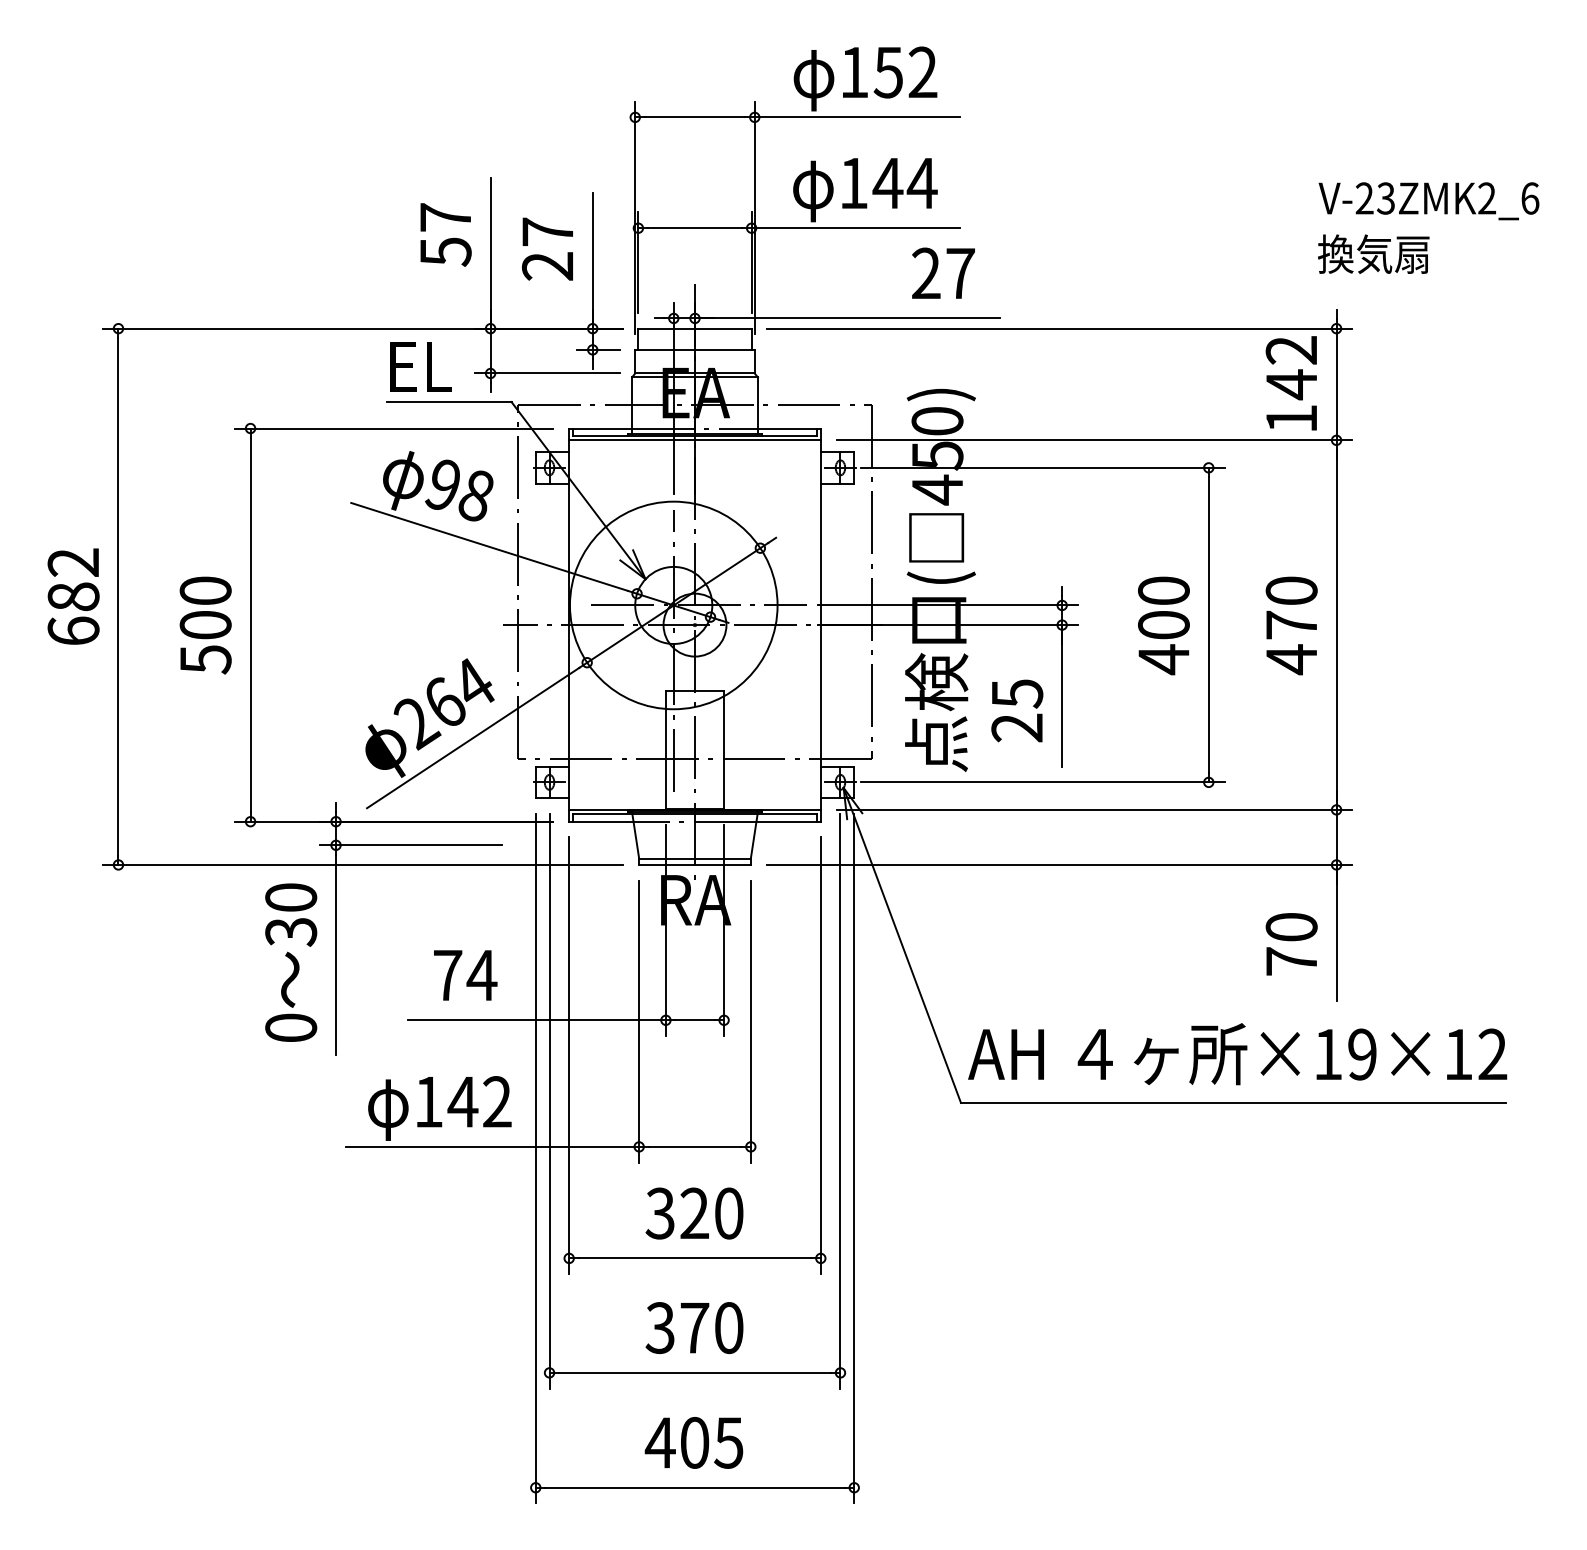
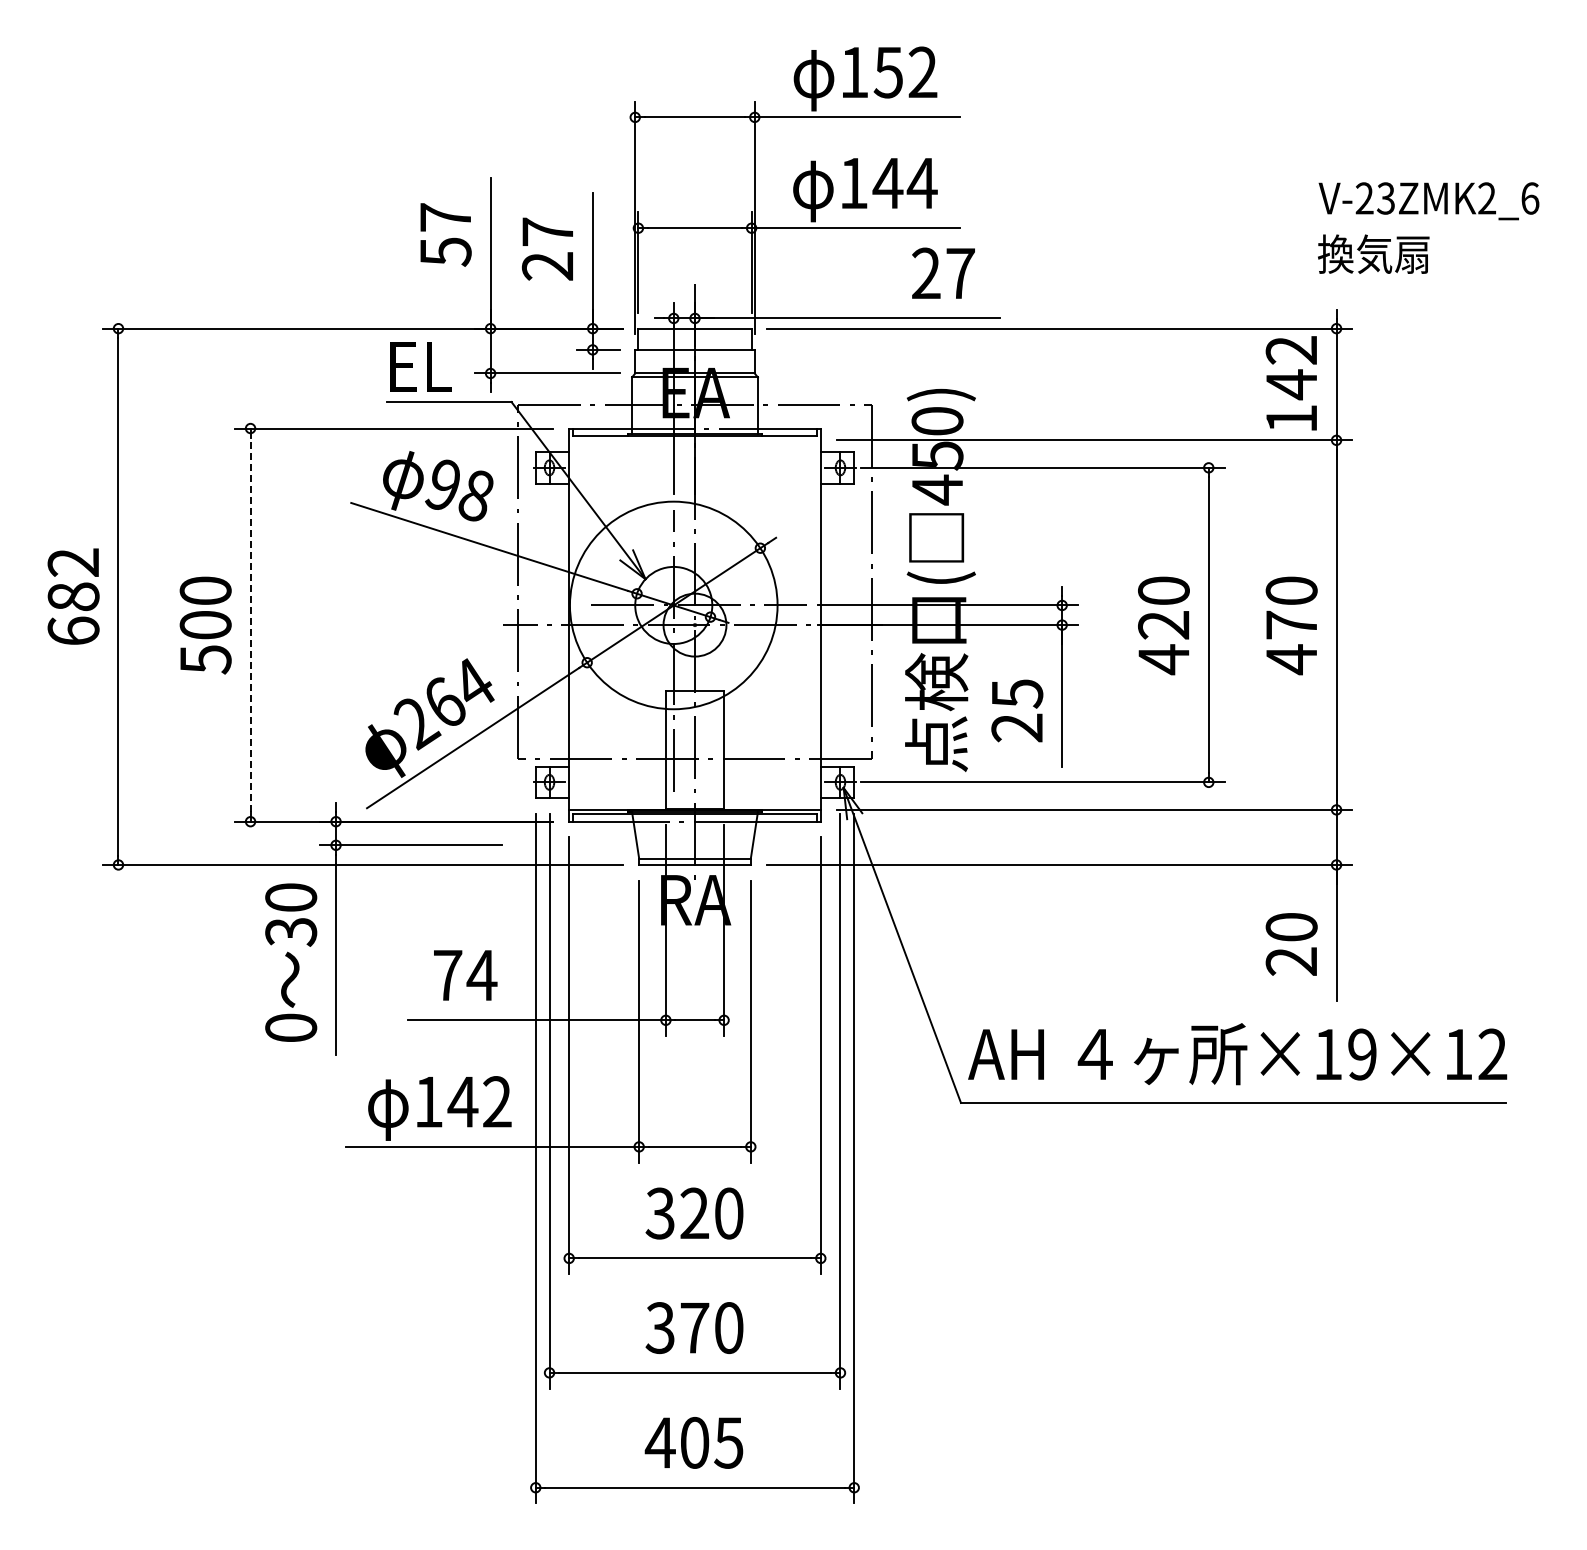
line at (694, 440): present -> none
line at (250, 624): solid -> dashed
text at (1163, 625): 400 -> 420
text at (1290, 961): 70 -> 20
